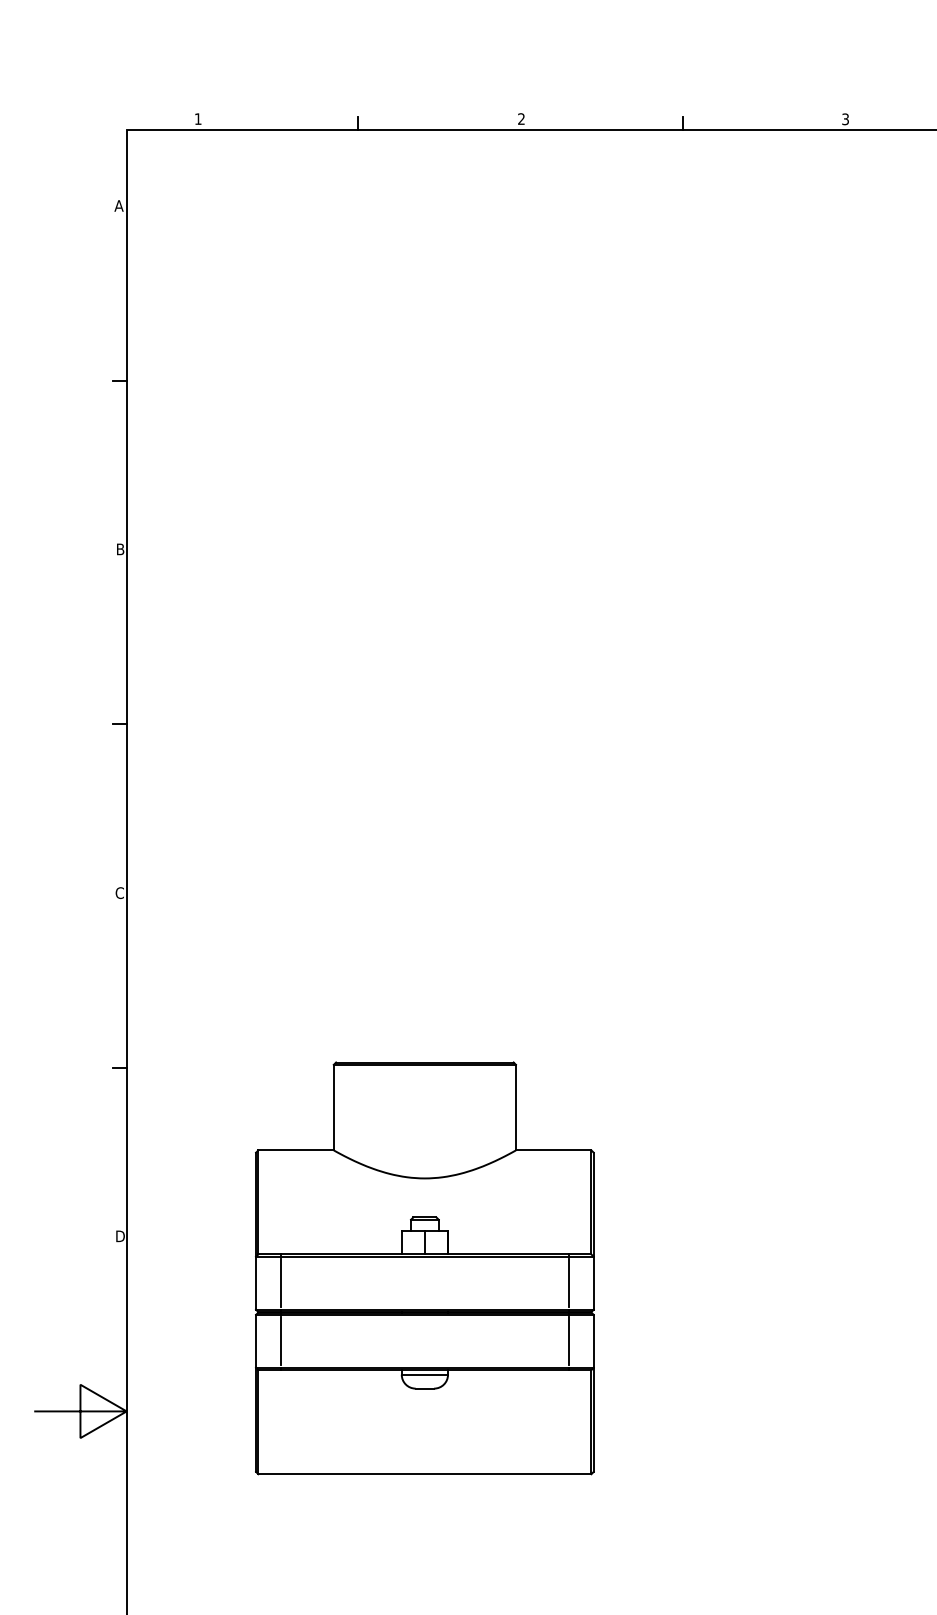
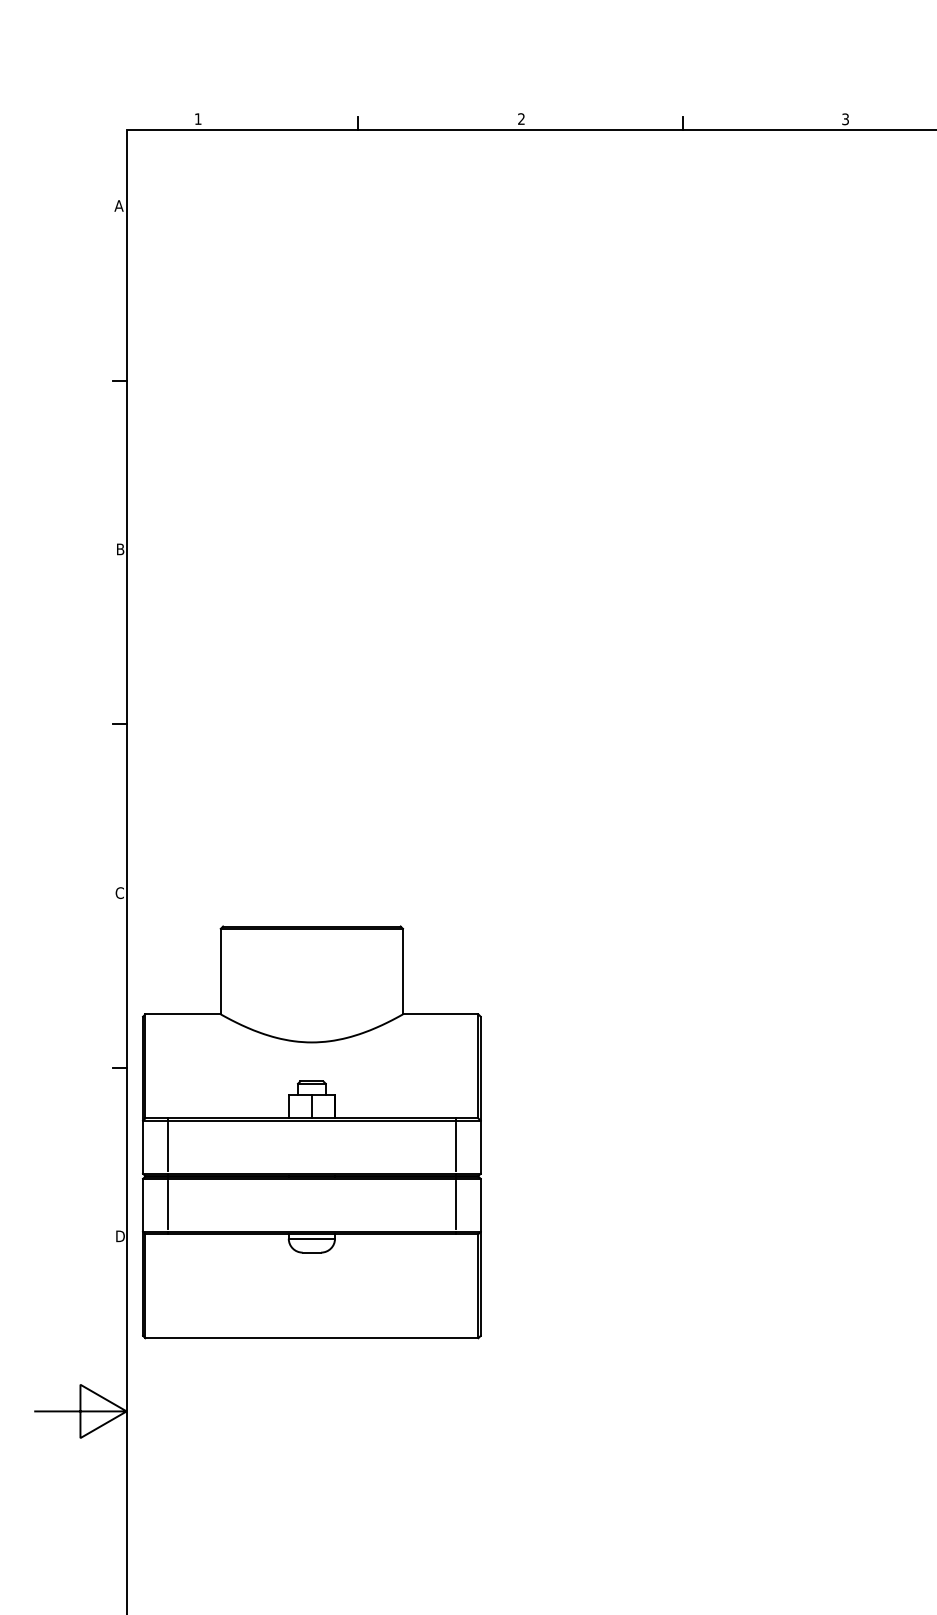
part at (424, 1268) position: (424, 1268) -> (311, 1132)
